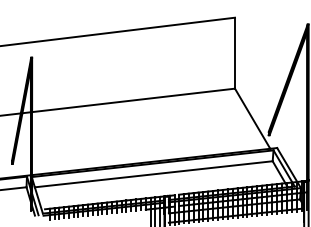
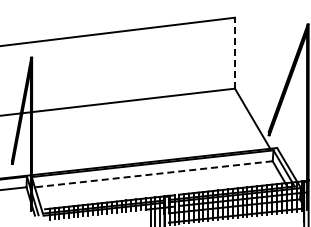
line at (234, 52): solid -> dashed
line at (153, 174): solid -> dashed
